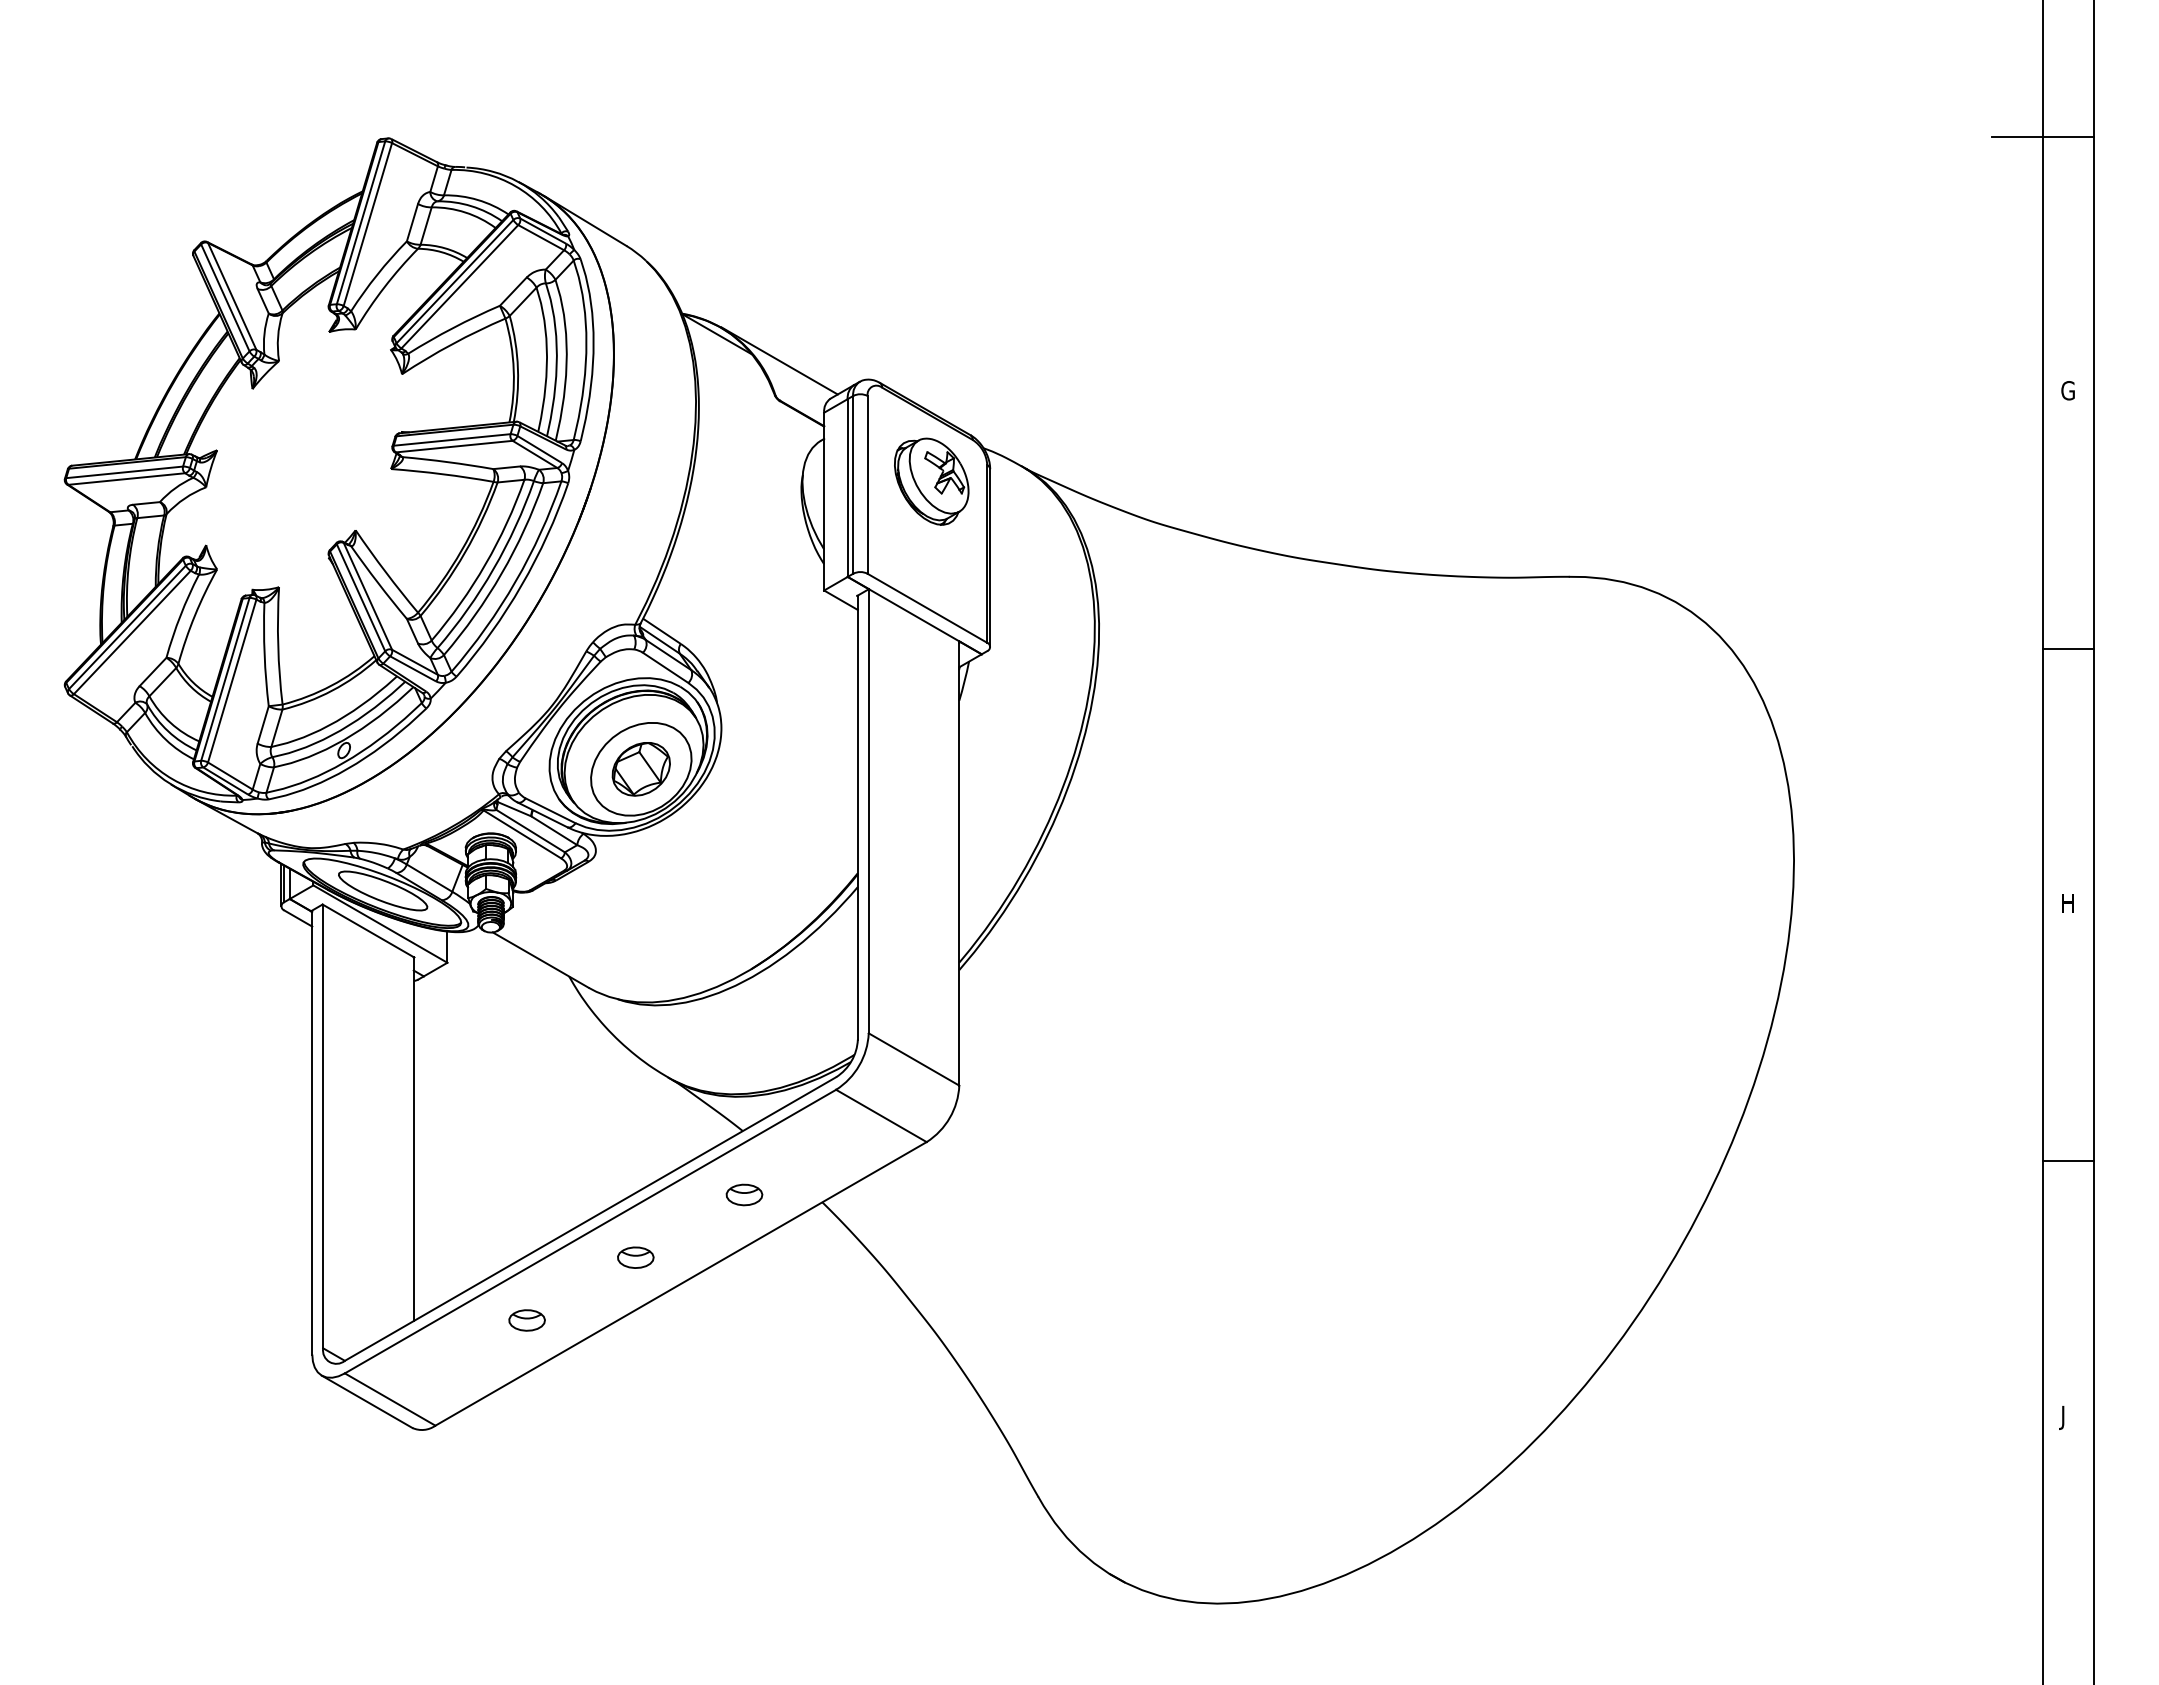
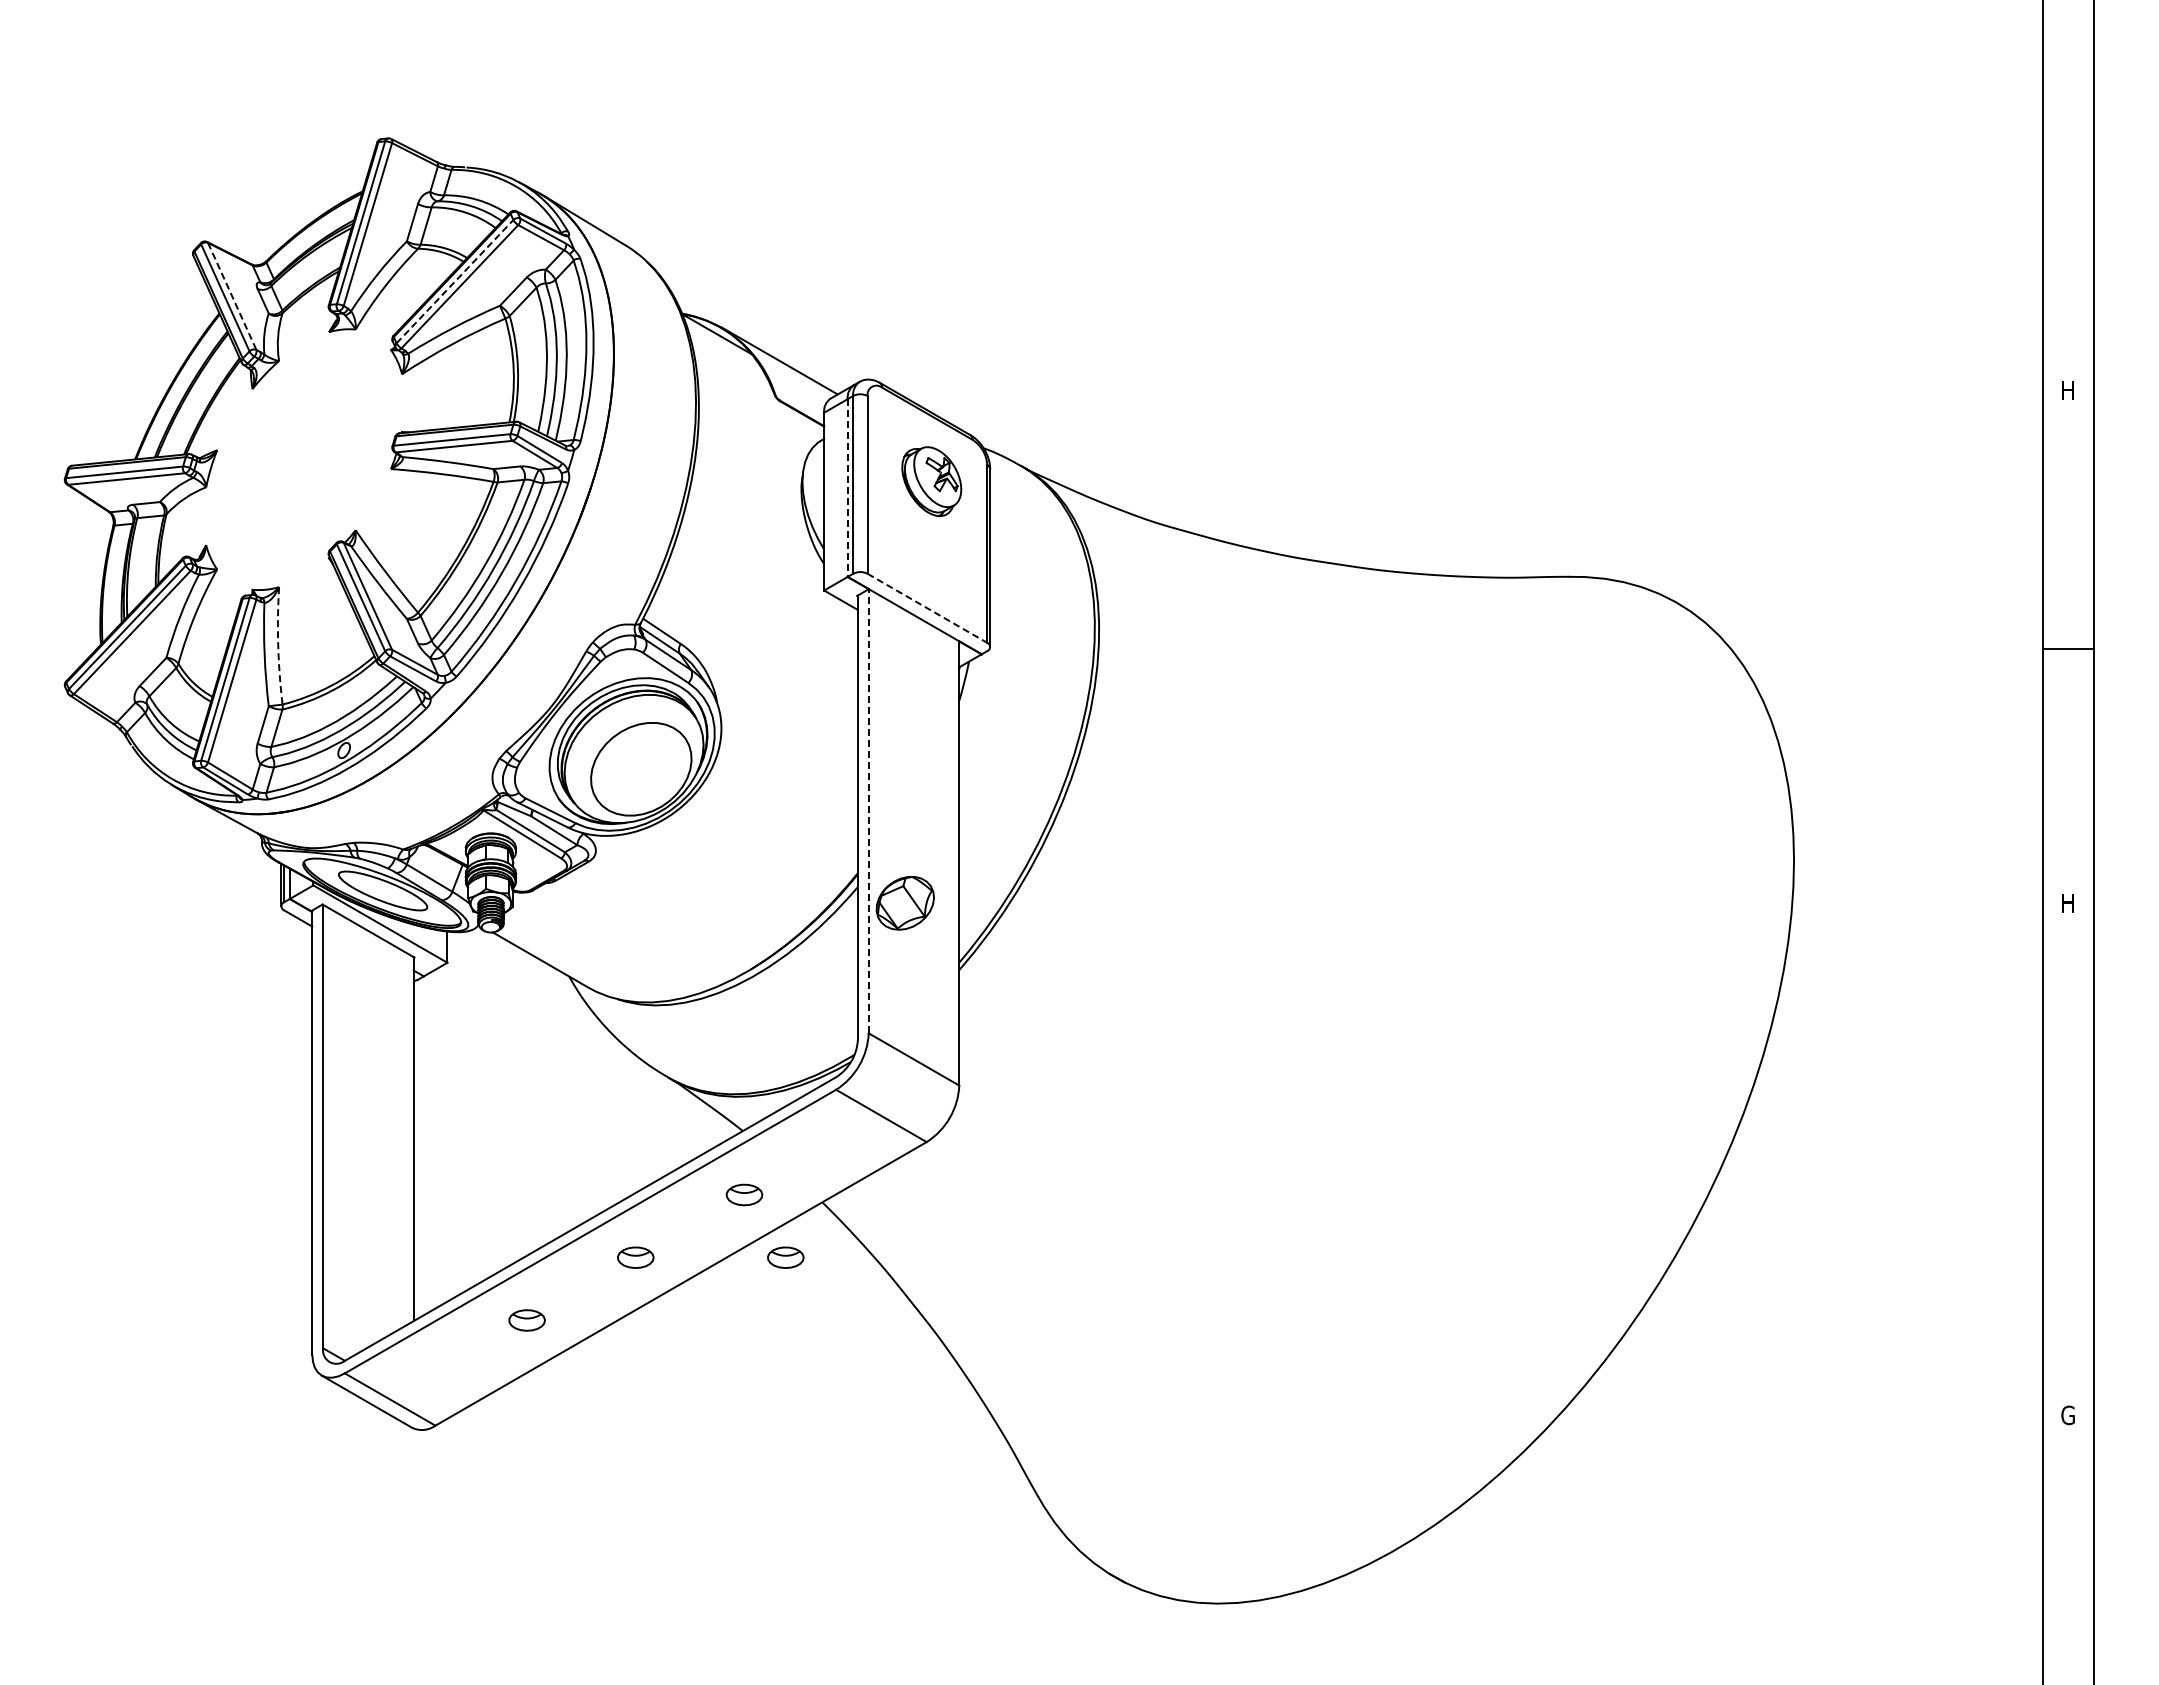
line at (2042, 136): present -> none
line at (454, 281): solid -> dashed
line at (232, 296): solid -> dashed
text at (2067, 390): G -> H
part at (931, 481) size: 76x89 px -> 62x72 px
line at (847, 488): solid -> dashed
line at (927, 608): solid -> dashed
arc at (278, 645): solid -> dashed
part at (640, 769) position: (640, 769) -> (904, 903)
line at (868, 810): solid -> dashed
line at (2068, 1161): present -> none
part at (785, 1257): none -> present
text at (2066, 1417): J -> G
